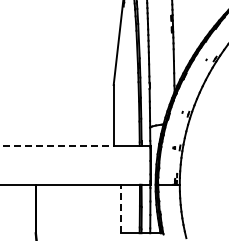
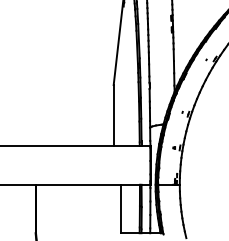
line at (57, 146): dashed -> solid
line at (120, 208): dashed -> solid
